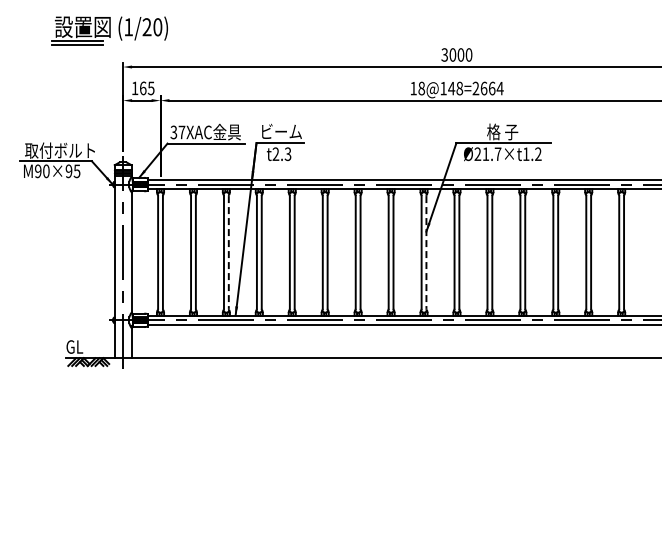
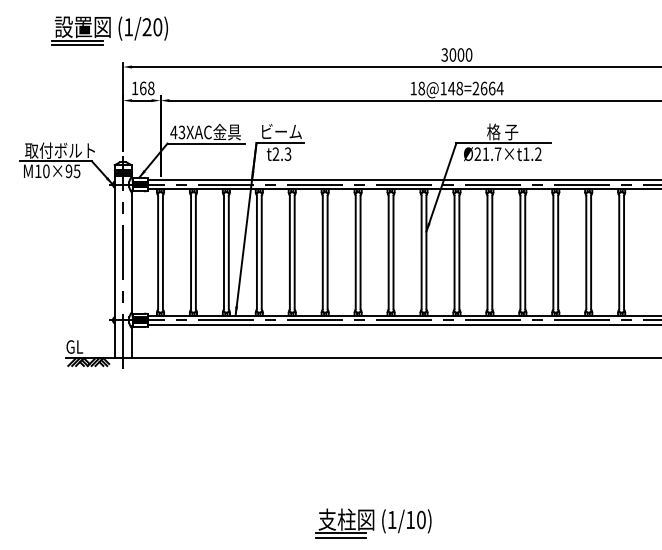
text at (150, 87): 165 -> 168
text at (177, 132): 37XAC -> 43XAC
text at (38, 171): M90×95 -> M10×95
line at (228, 252): dashed -> solid
line at (426, 252): dashed -> solid
part at (373, 523): none -> present
